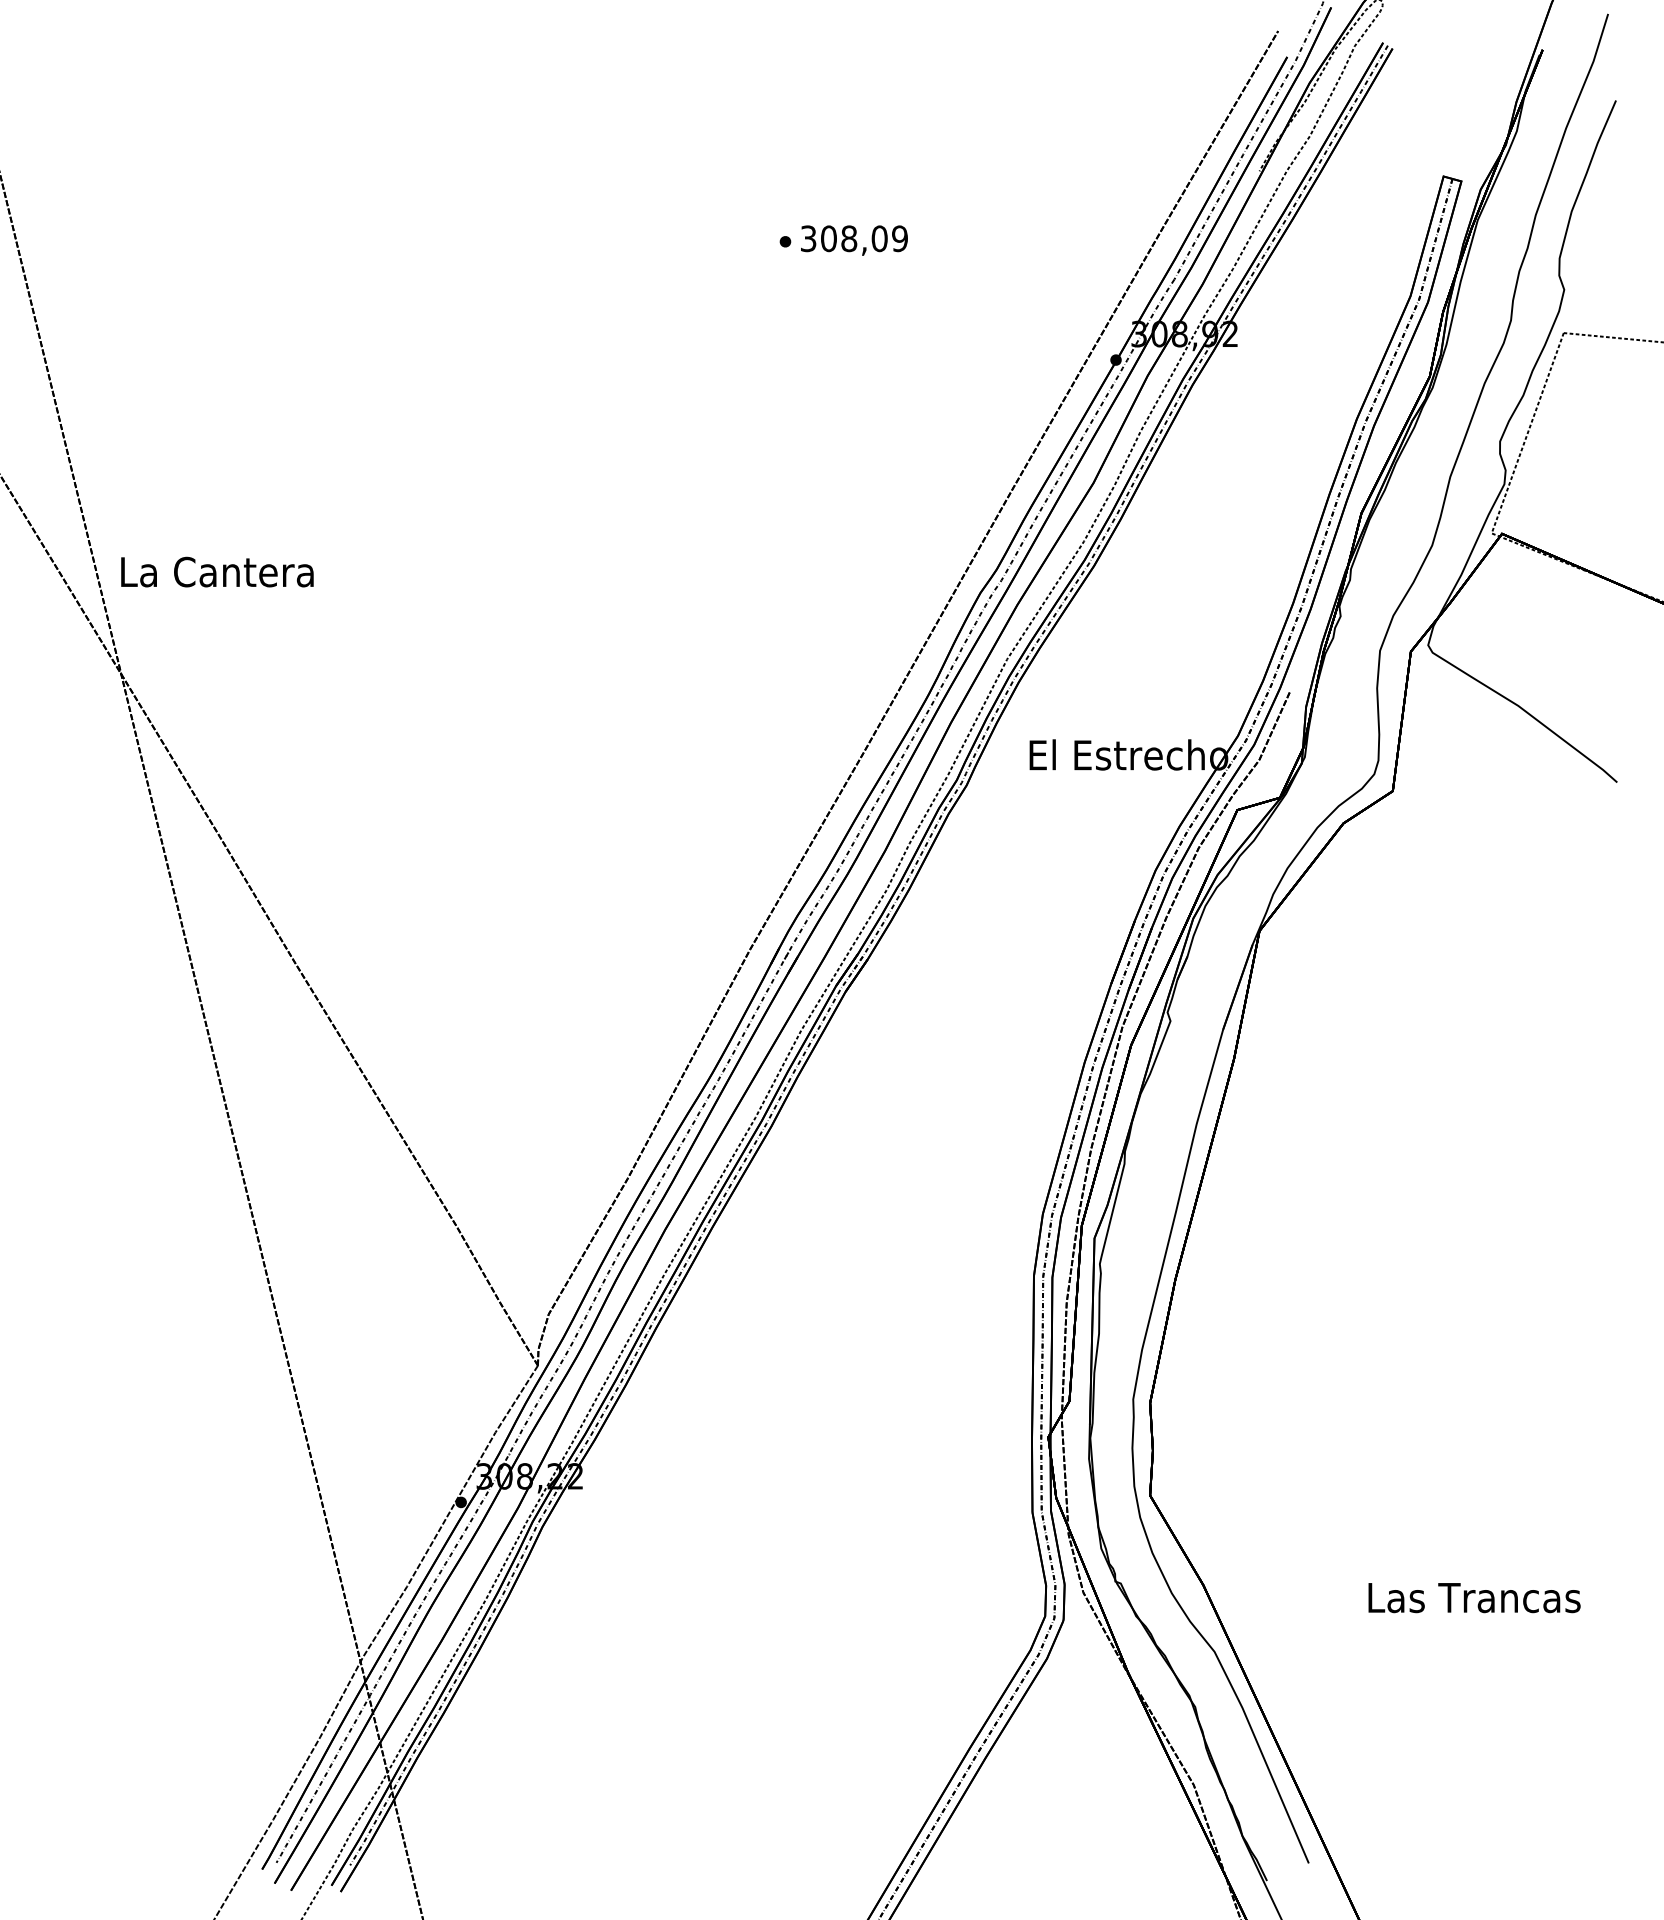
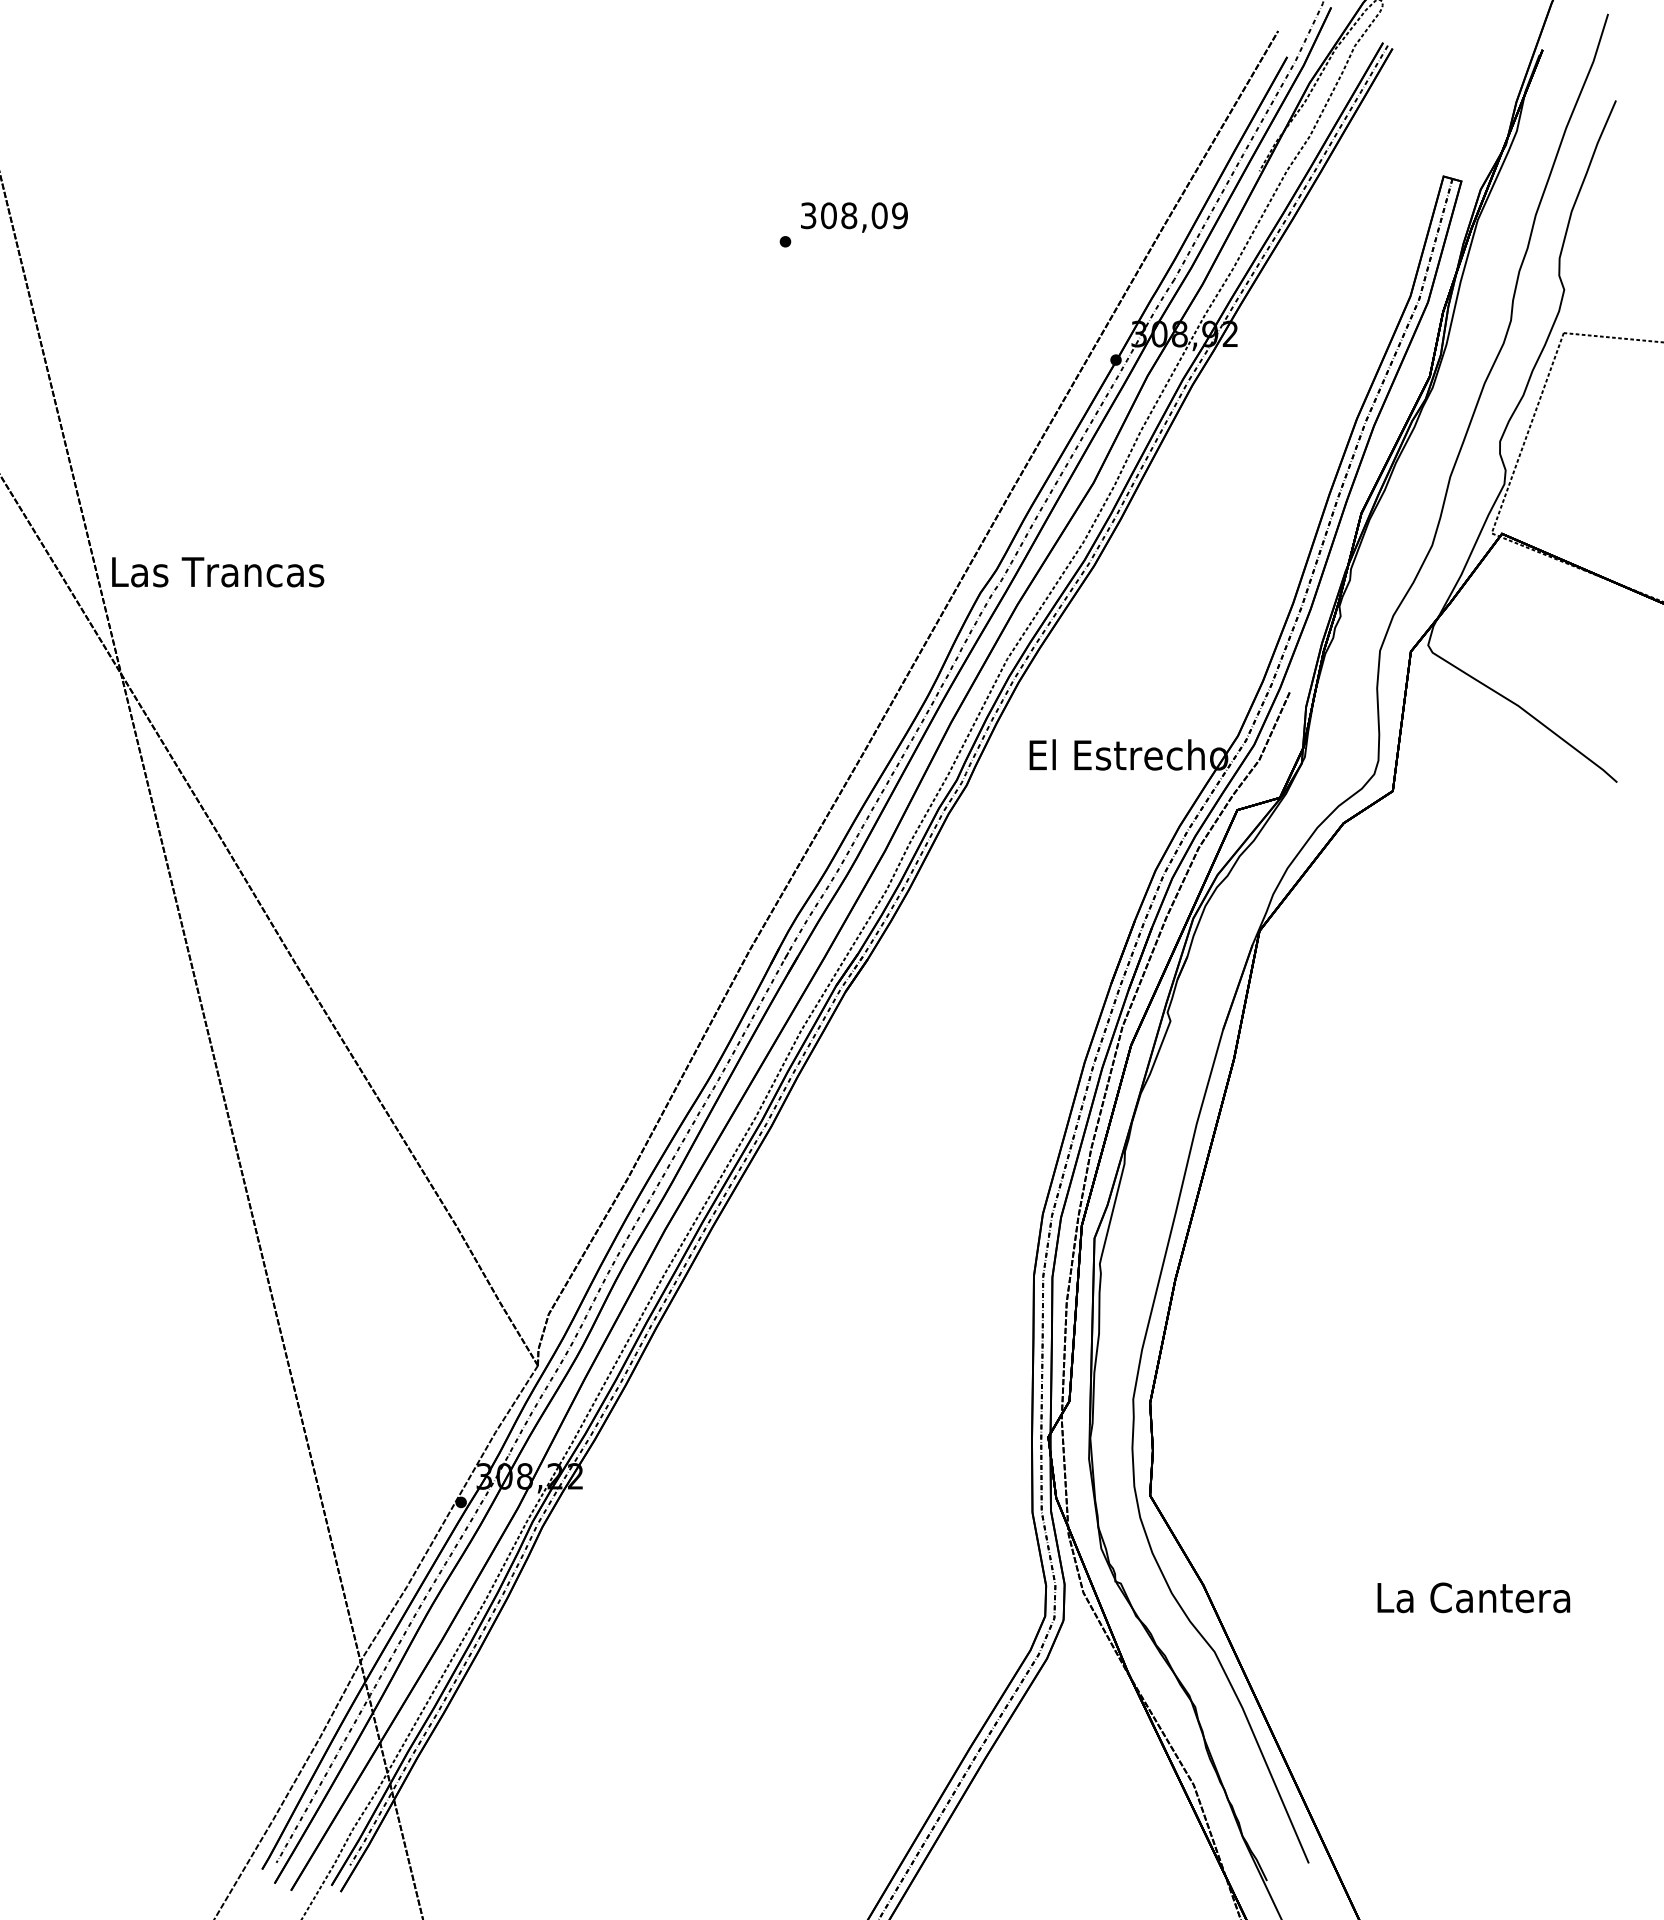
text at (854, 240) position: (854, 240) -> (854, 217)
text at (218, 571): La Cantera -> Las Trancas
text at (1474, 1597): Las Trancas -> La Cantera
